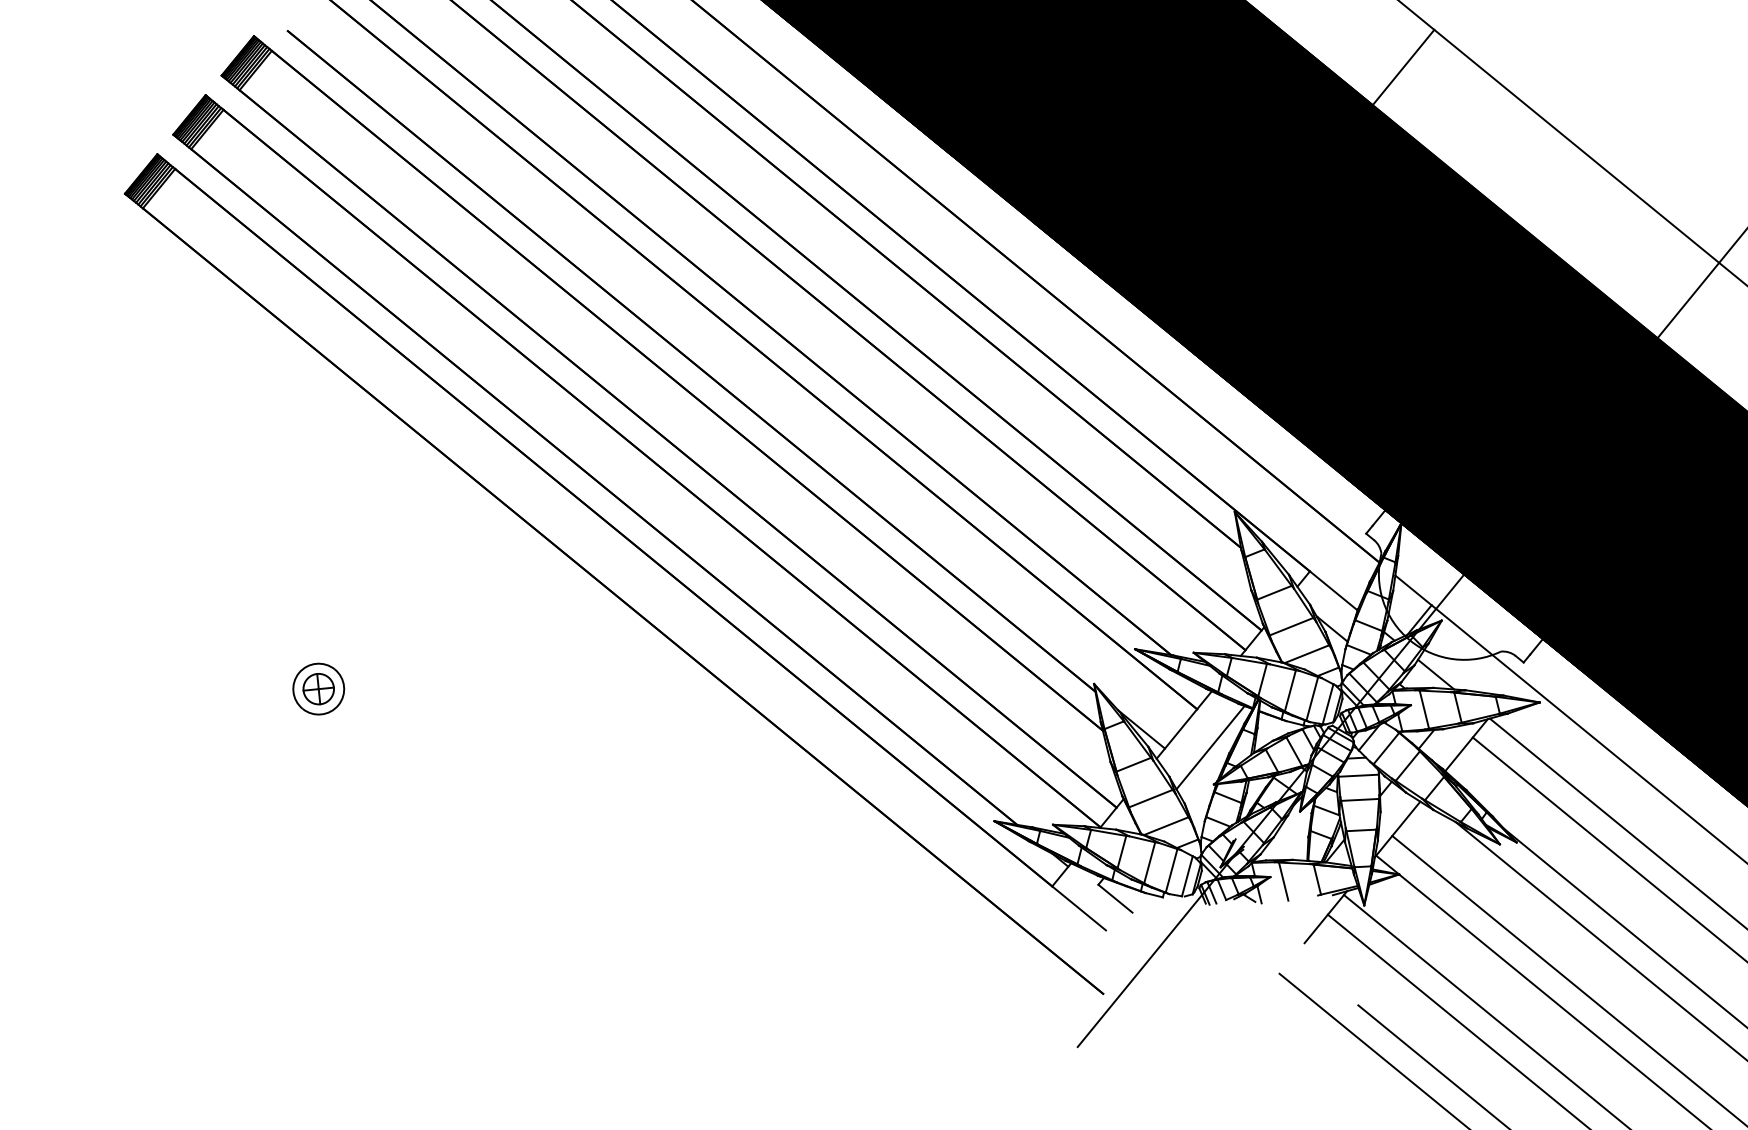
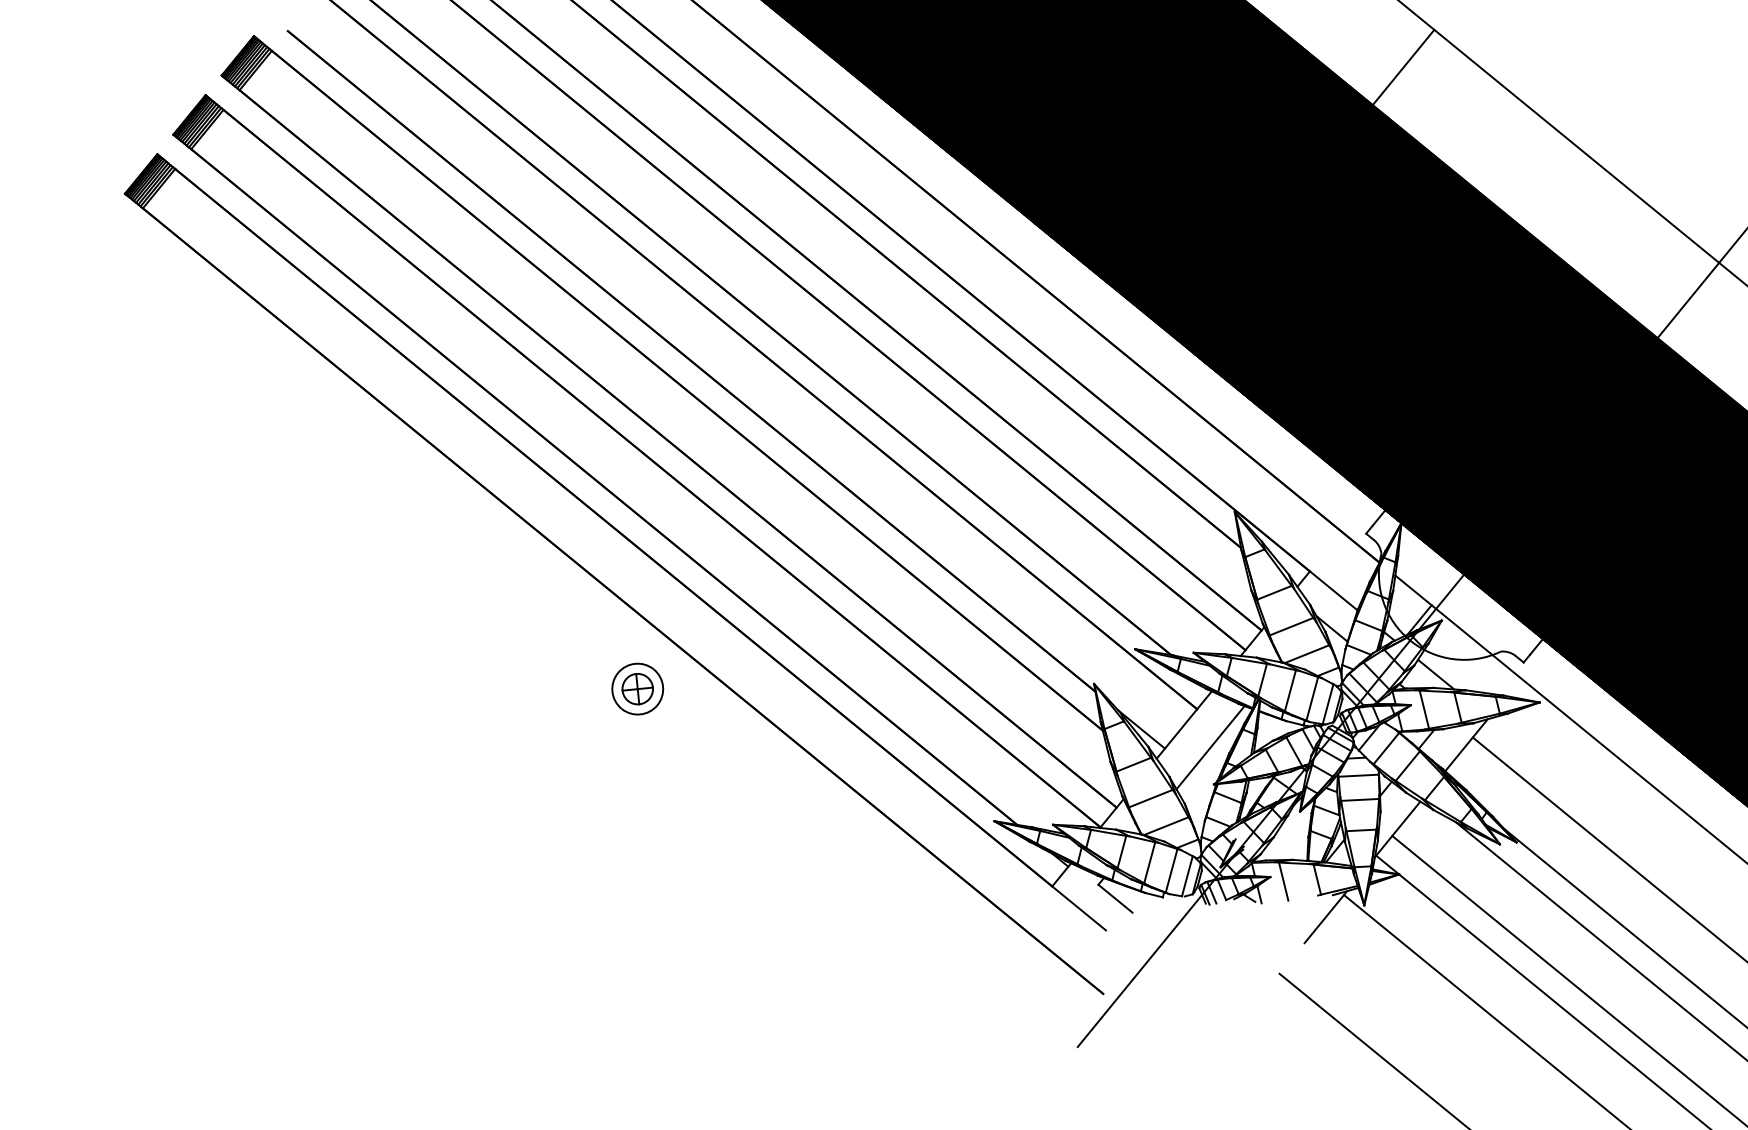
part at (318, 688) position: (318, 688) -> (637, 688)
line at (1616, 822): present -> none
line at (1457, 1020): present -> none
line at (1432, 1065): present -> none
